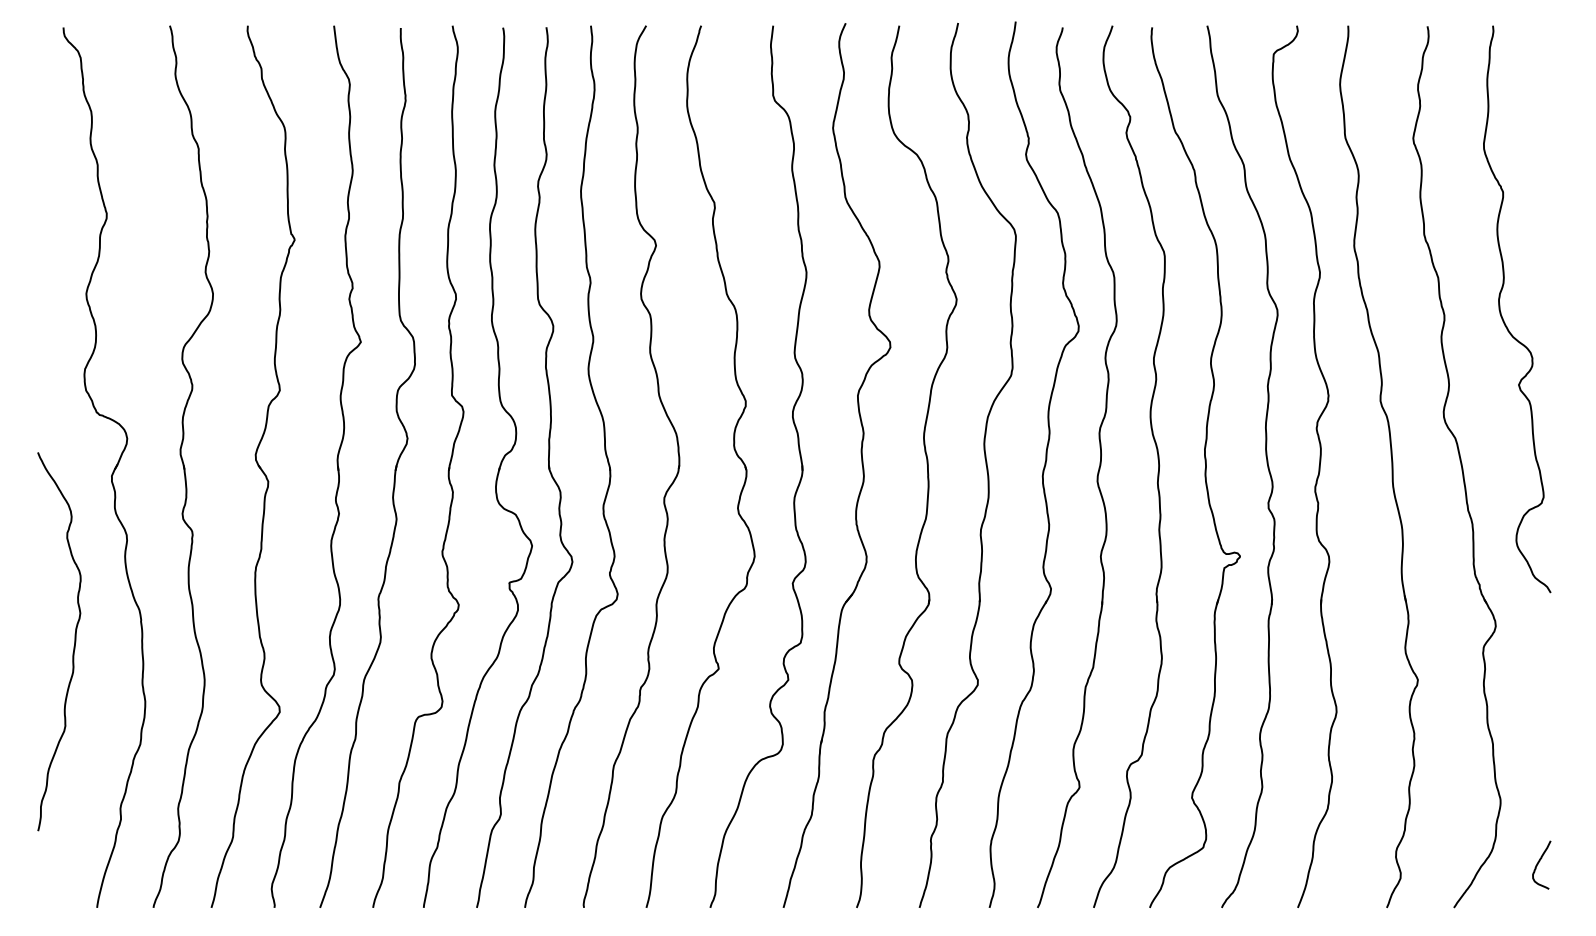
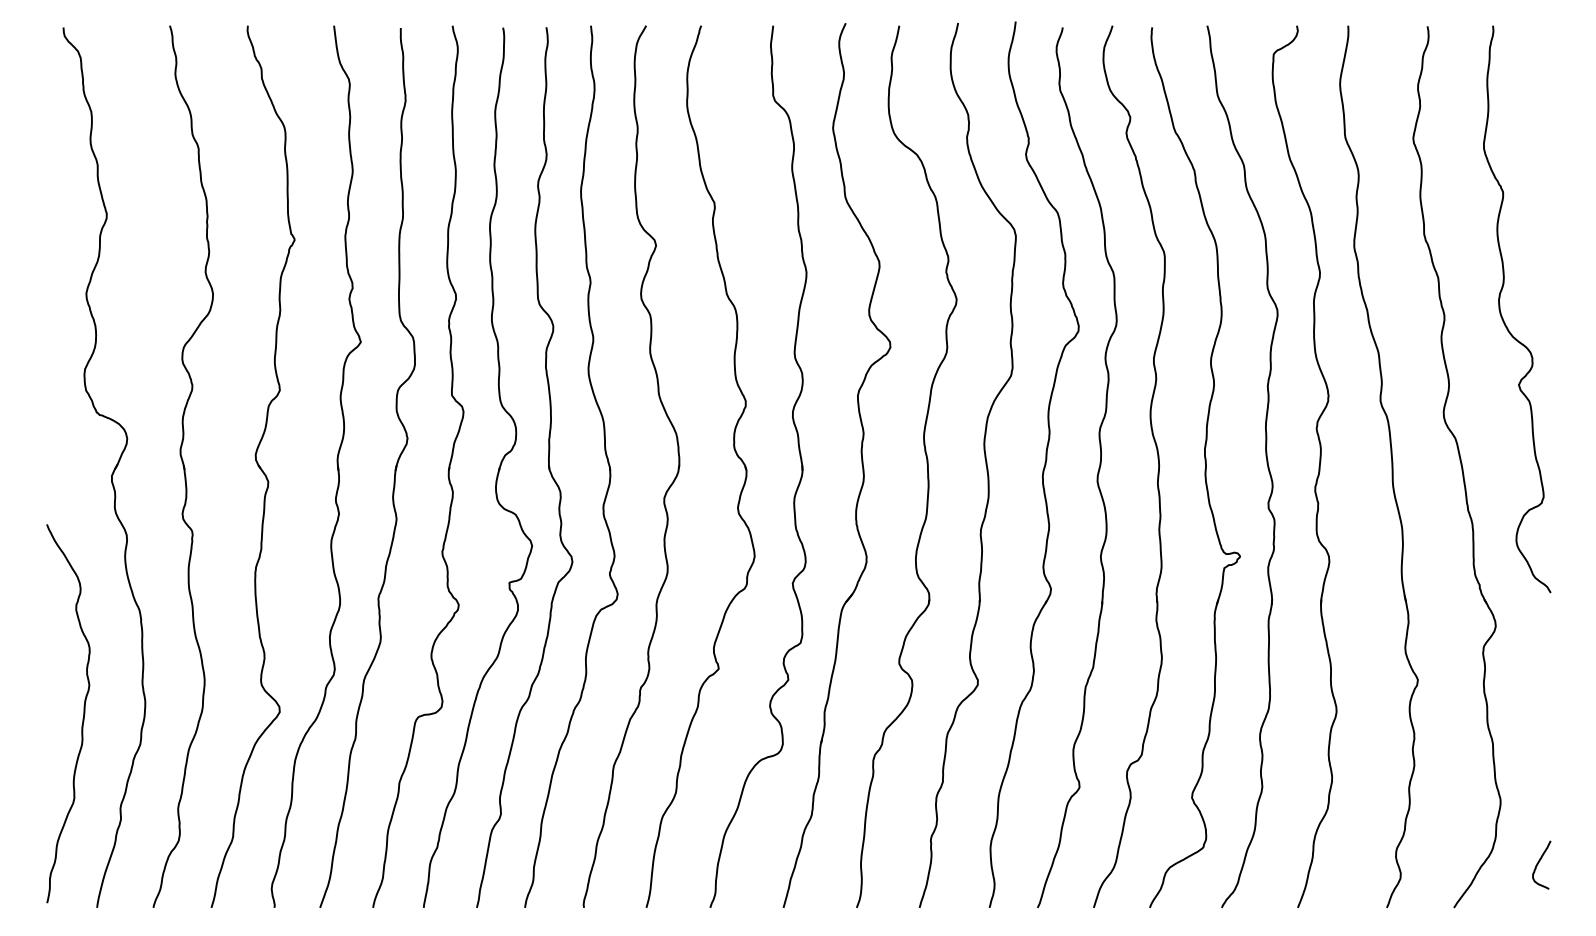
curve at (73, 646) position: (73, 646) -> (82, 718)
